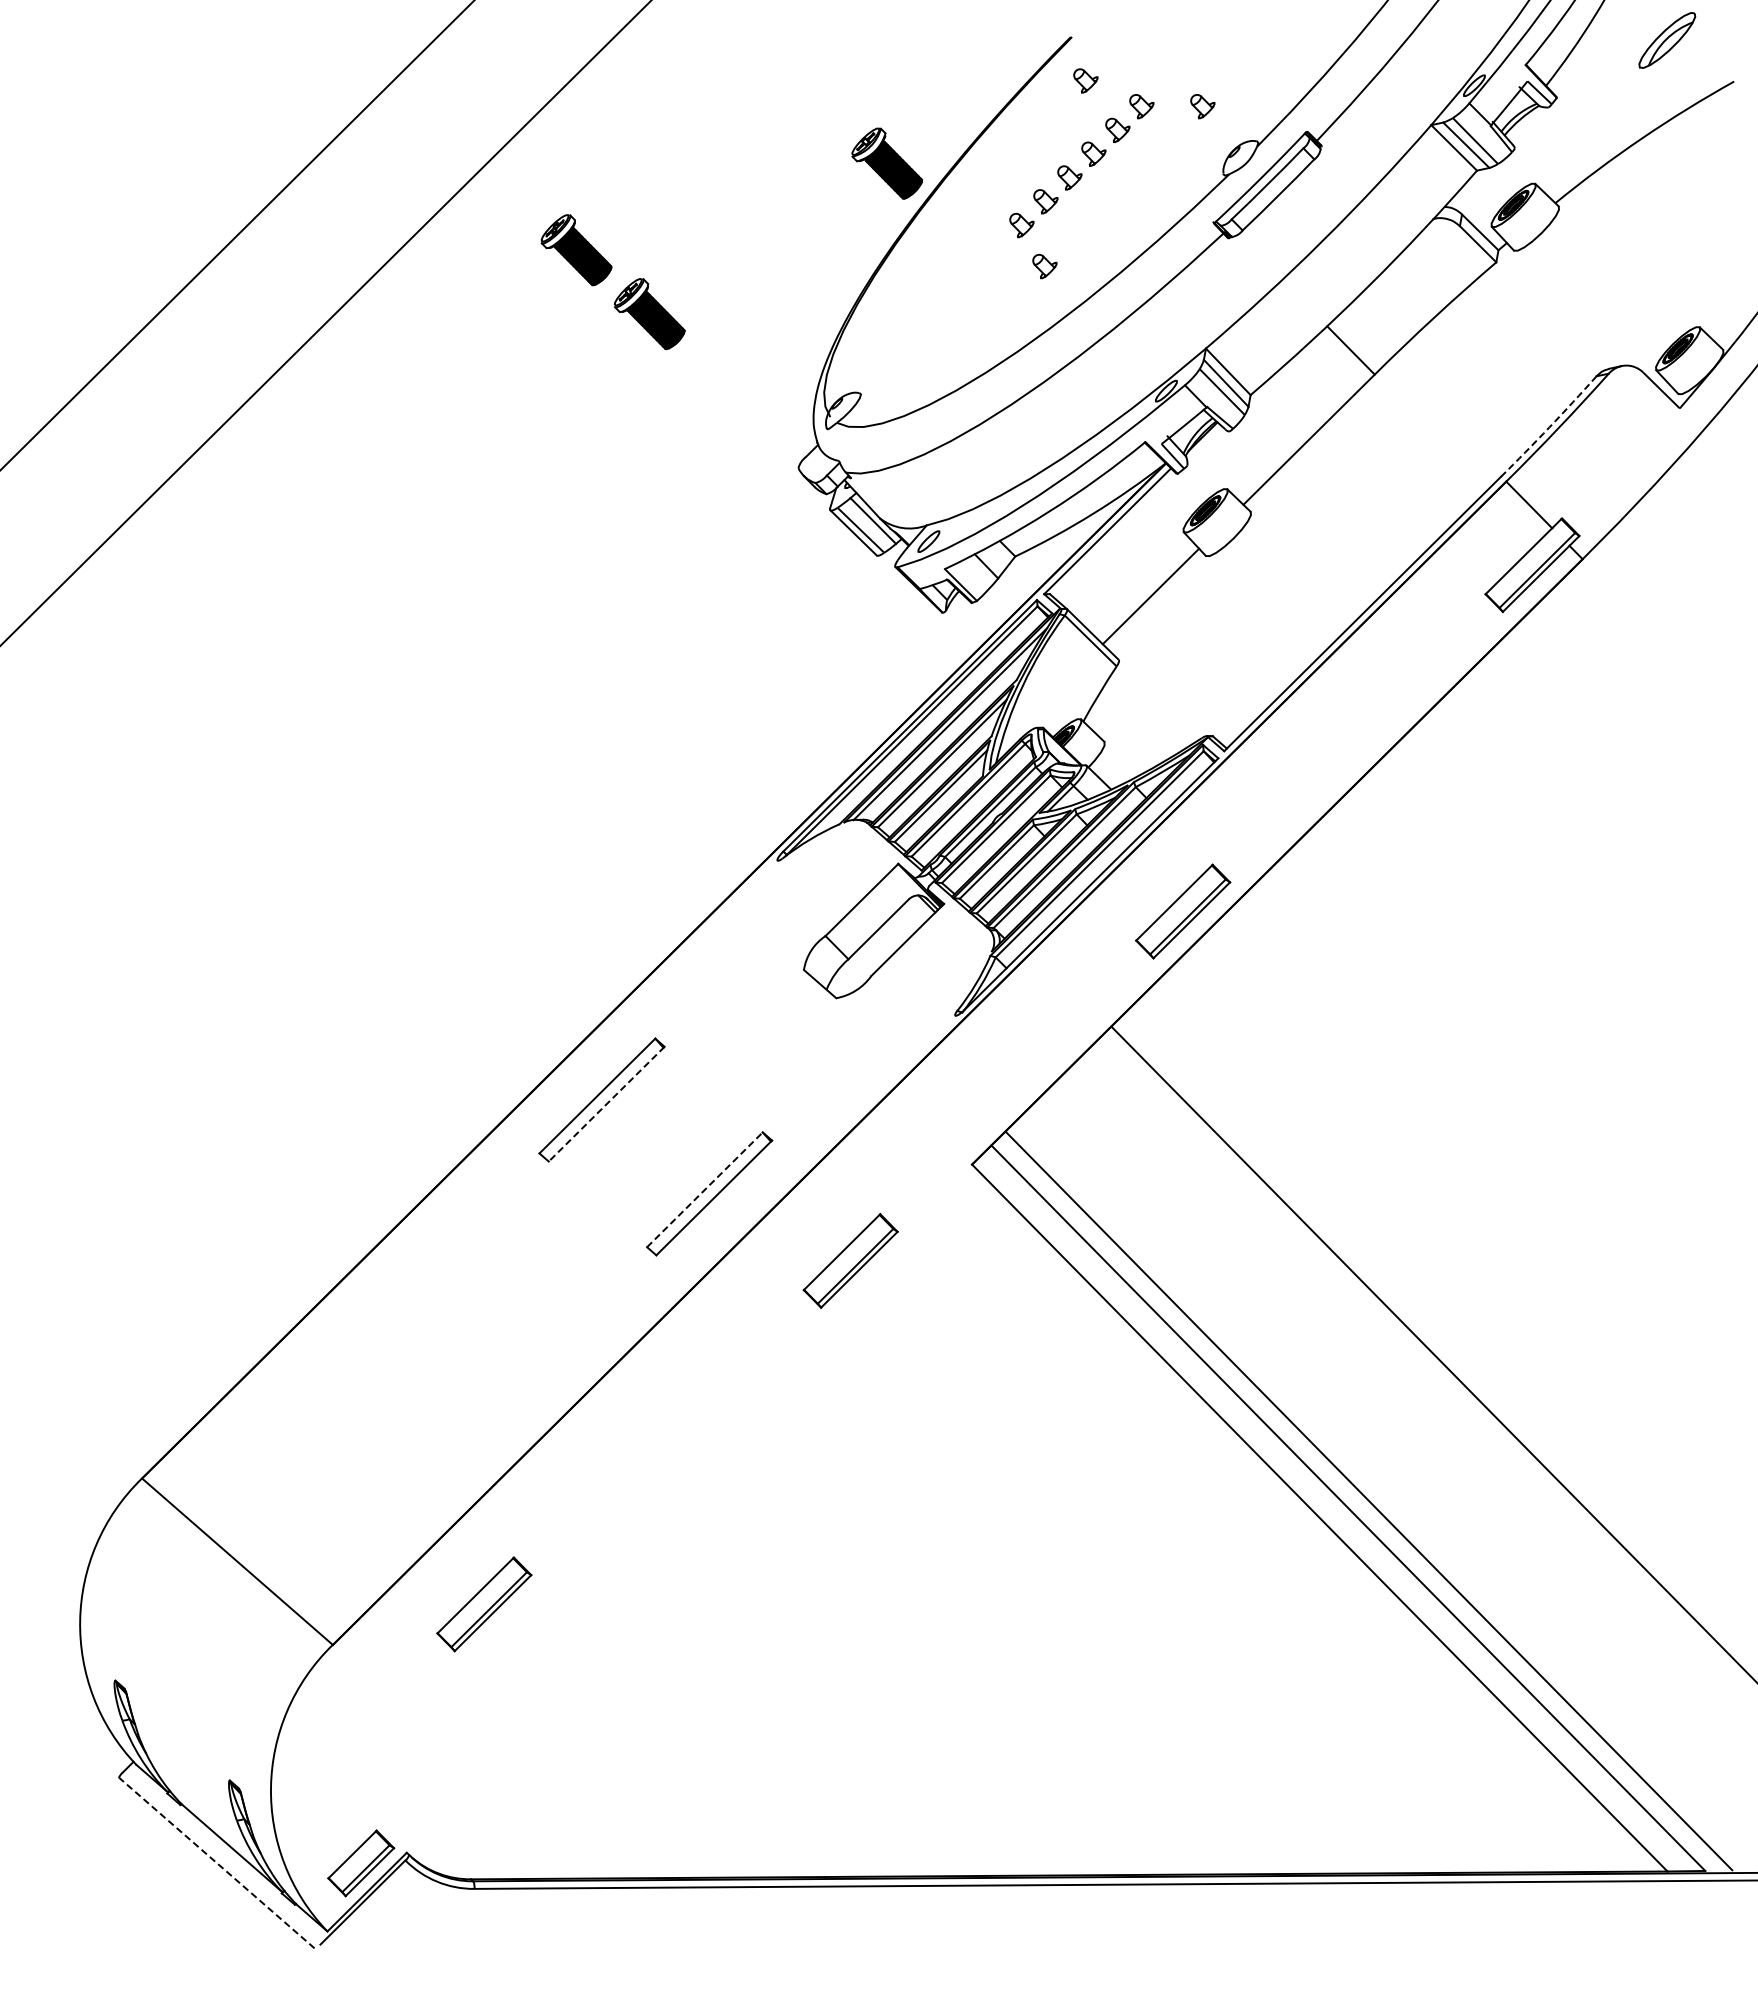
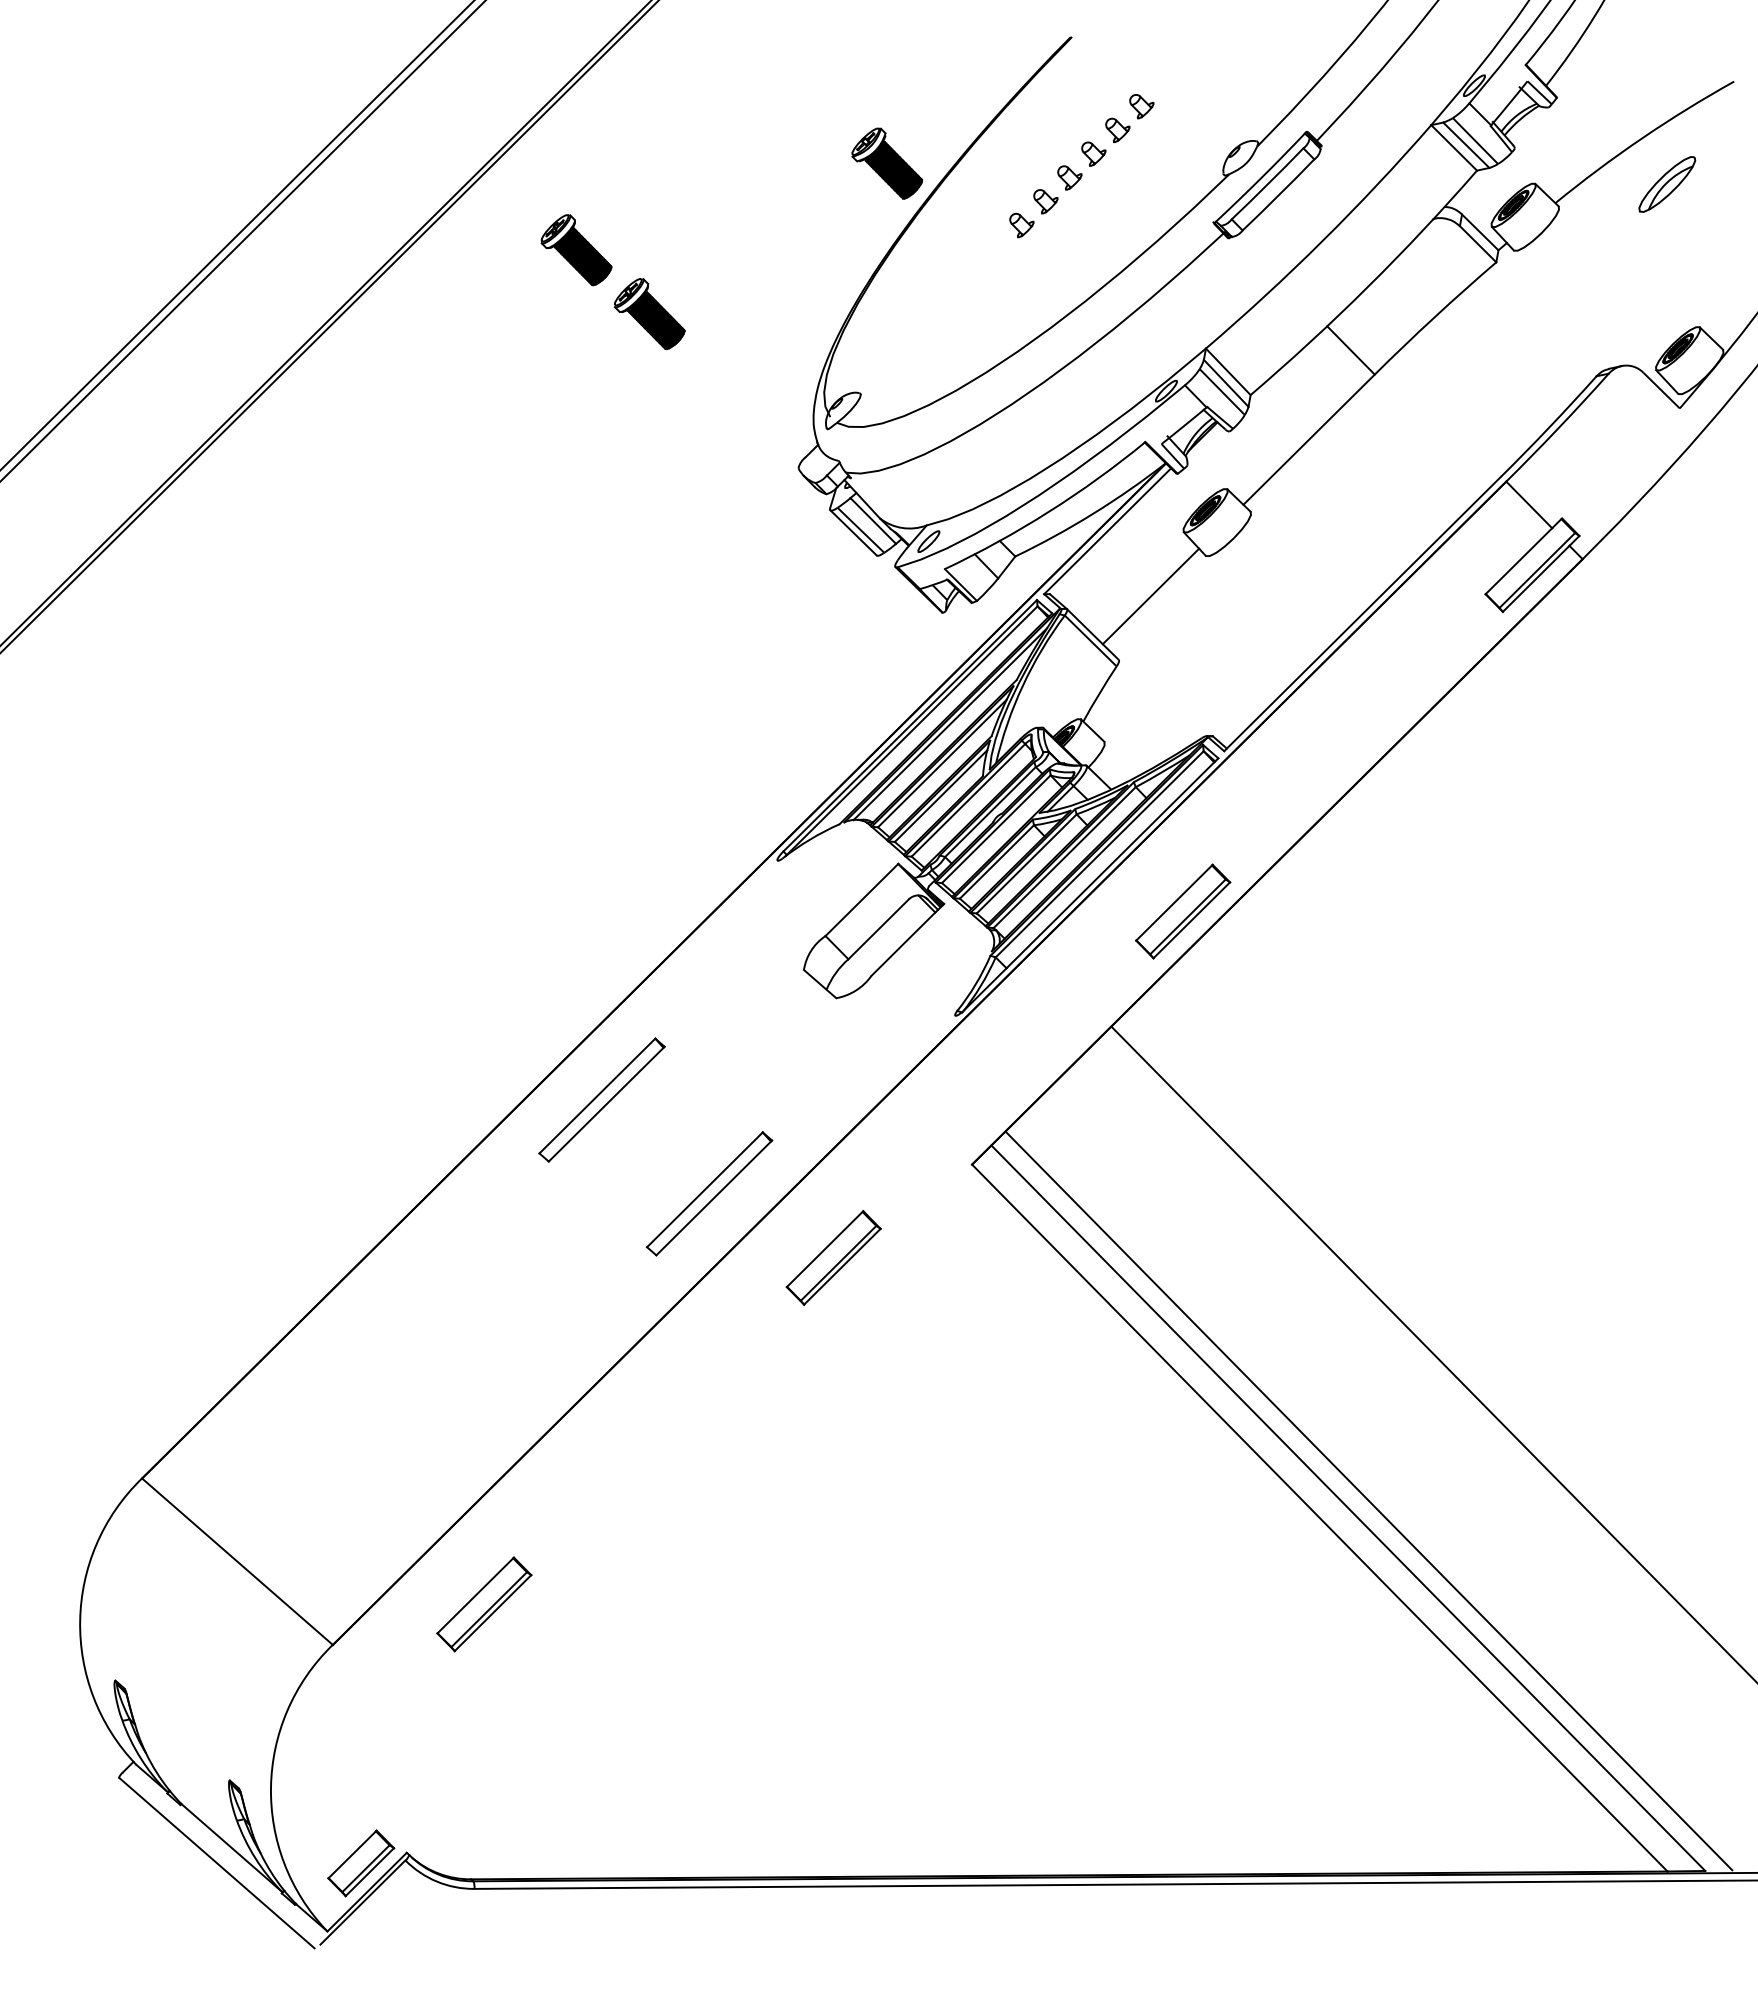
part at (1667, 40) position: (1667, 40) -> (1667, 184)
part at (1085, 80): present -> none
part at (1202, 106): present -> none
line at (242, 240): none -> present
part at (1044, 266): present -> none
line at (329, 326): none -> present
arc at (1549, 427): dashed -> solid
line at (606, 1104): dashed -> solid
line at (705, 1189): dashed -> solid
part at (850, 1260) position: (850, 1260) -> (833, 1257)
line at (216, 1863): dashed -> solid
